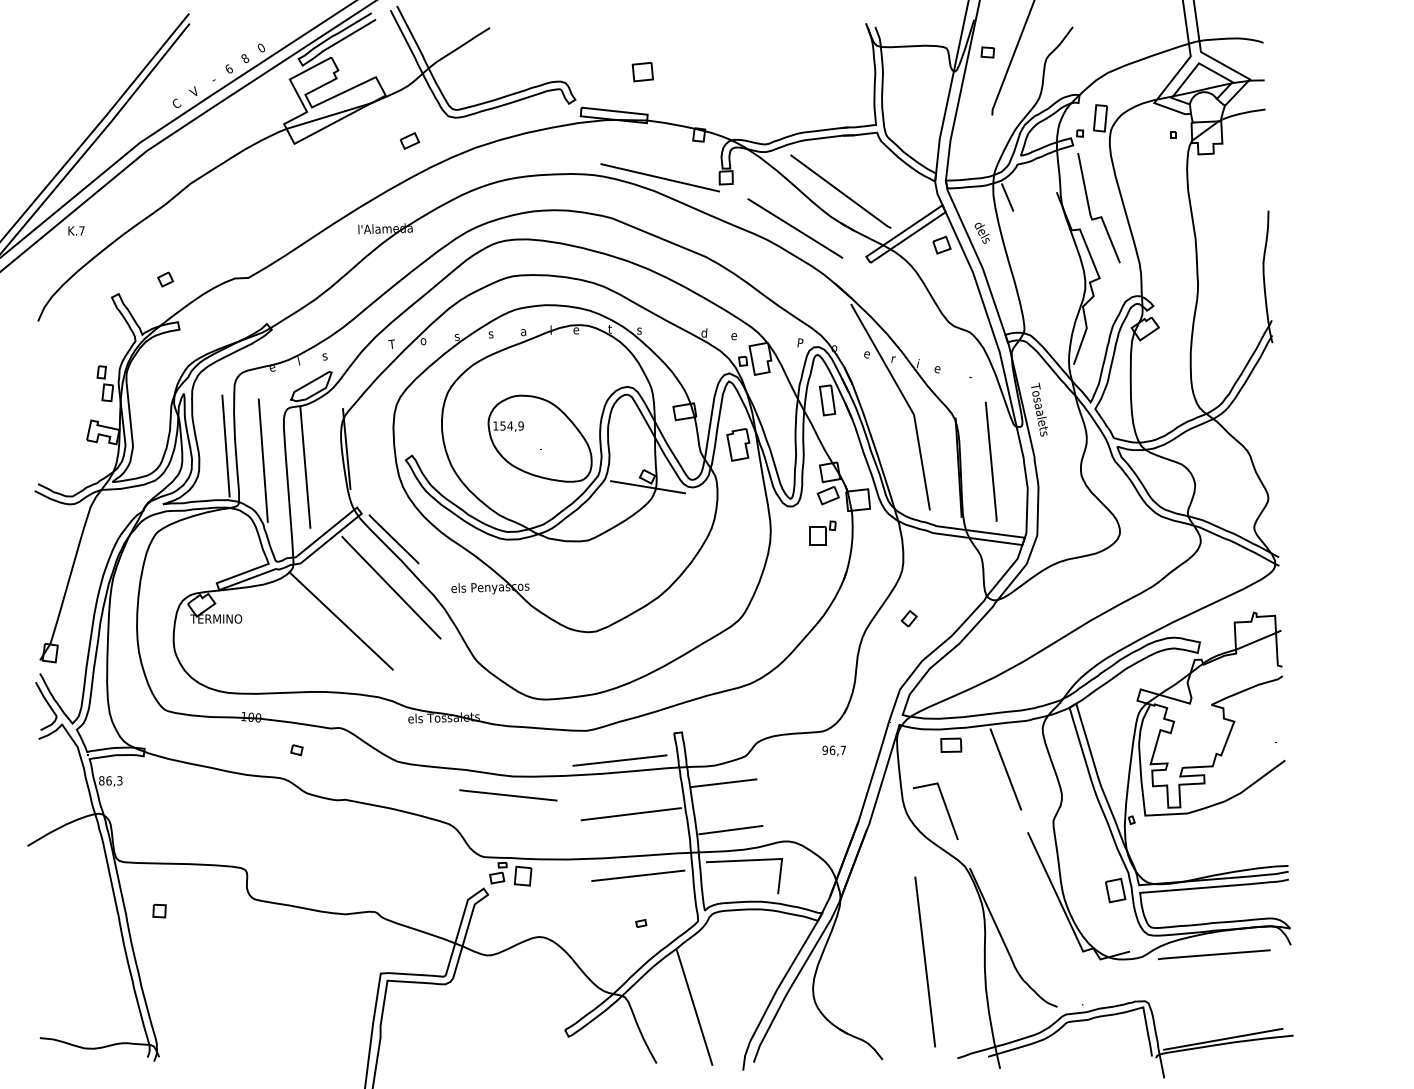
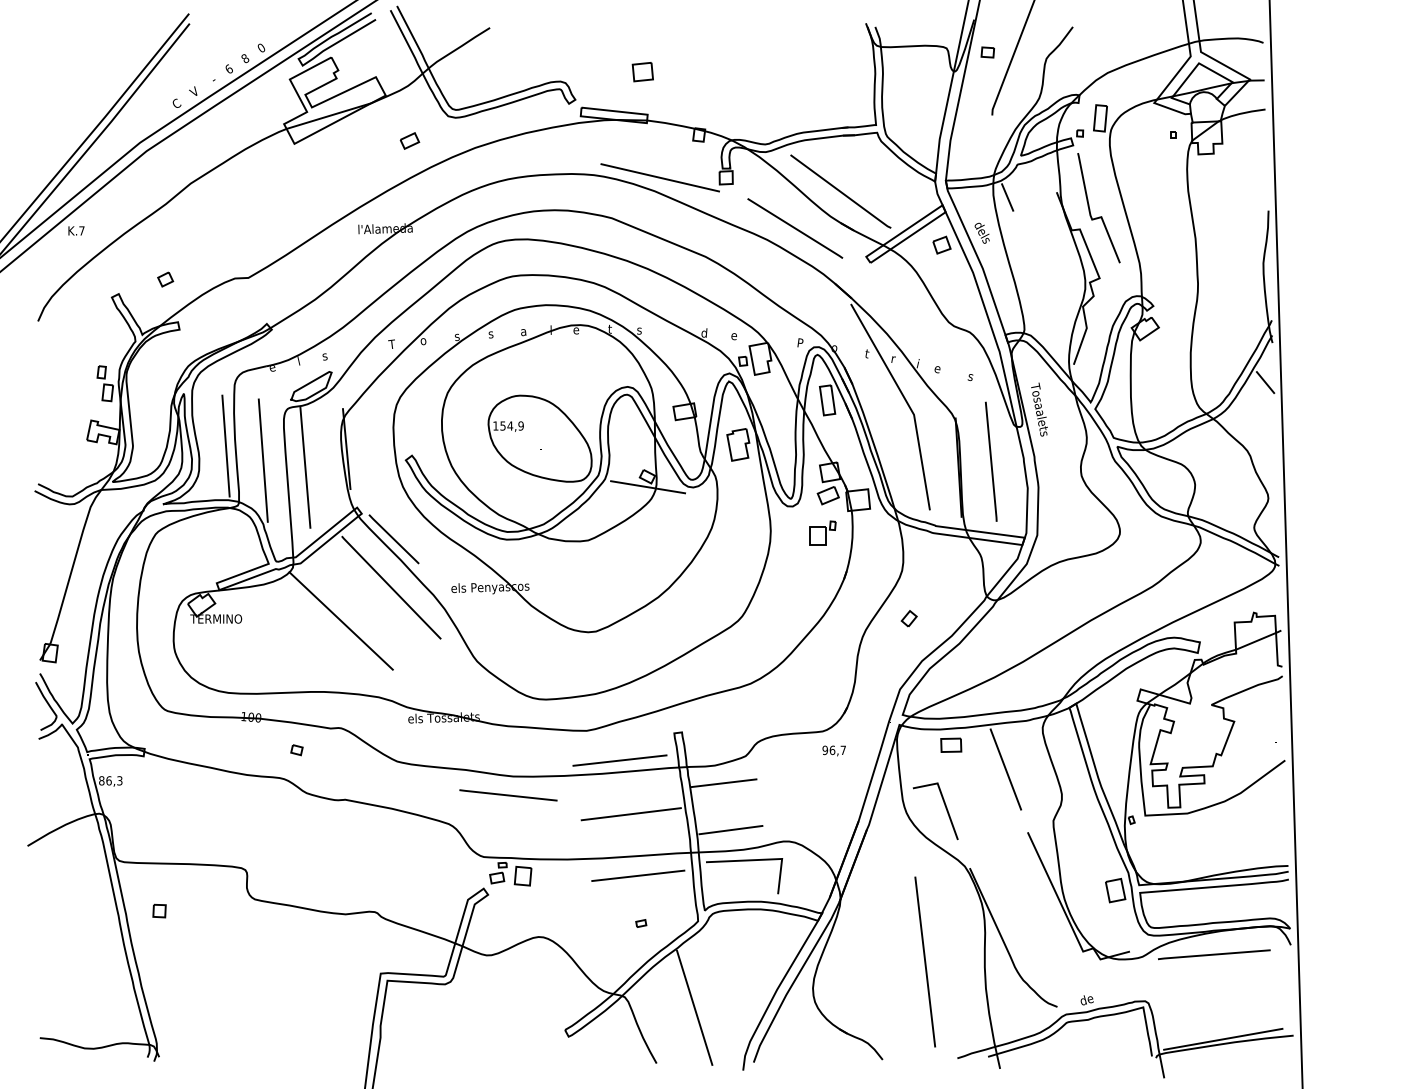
text at (866, 353): e -> t
text at (970, 377): - -> s
line at (1265, 382): none -> present
line at (1285, 543): none -> present
text at (1086, 1000): . -> de
